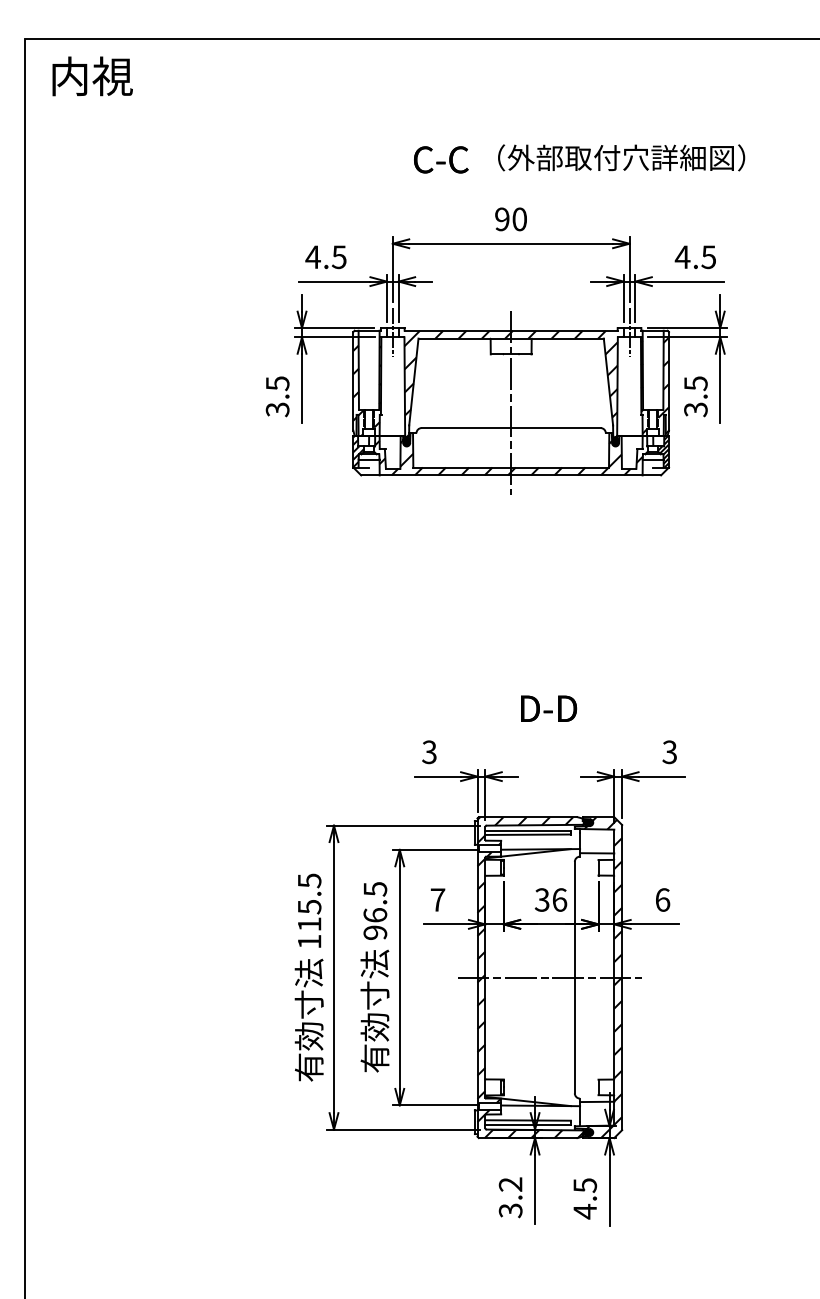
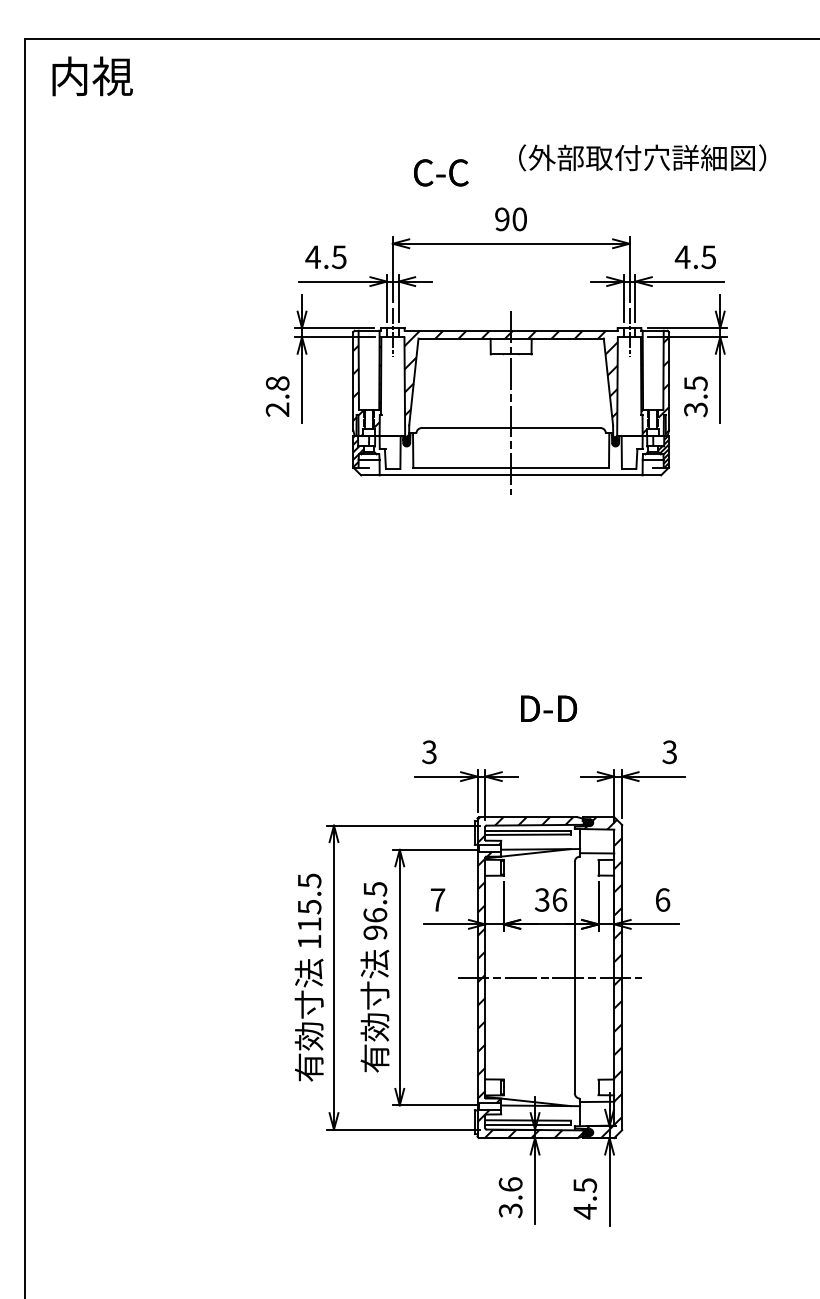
text at (621, 157) position: (621, 157) -> (642, 157)
text at (441, 159) position: (441, 159) -> (441, 172)
text at (277, 396): 3.5 -> 2.8
hatch at (511, 457): present -> none
text at (510, 1184): 3.2 -> 3.6
